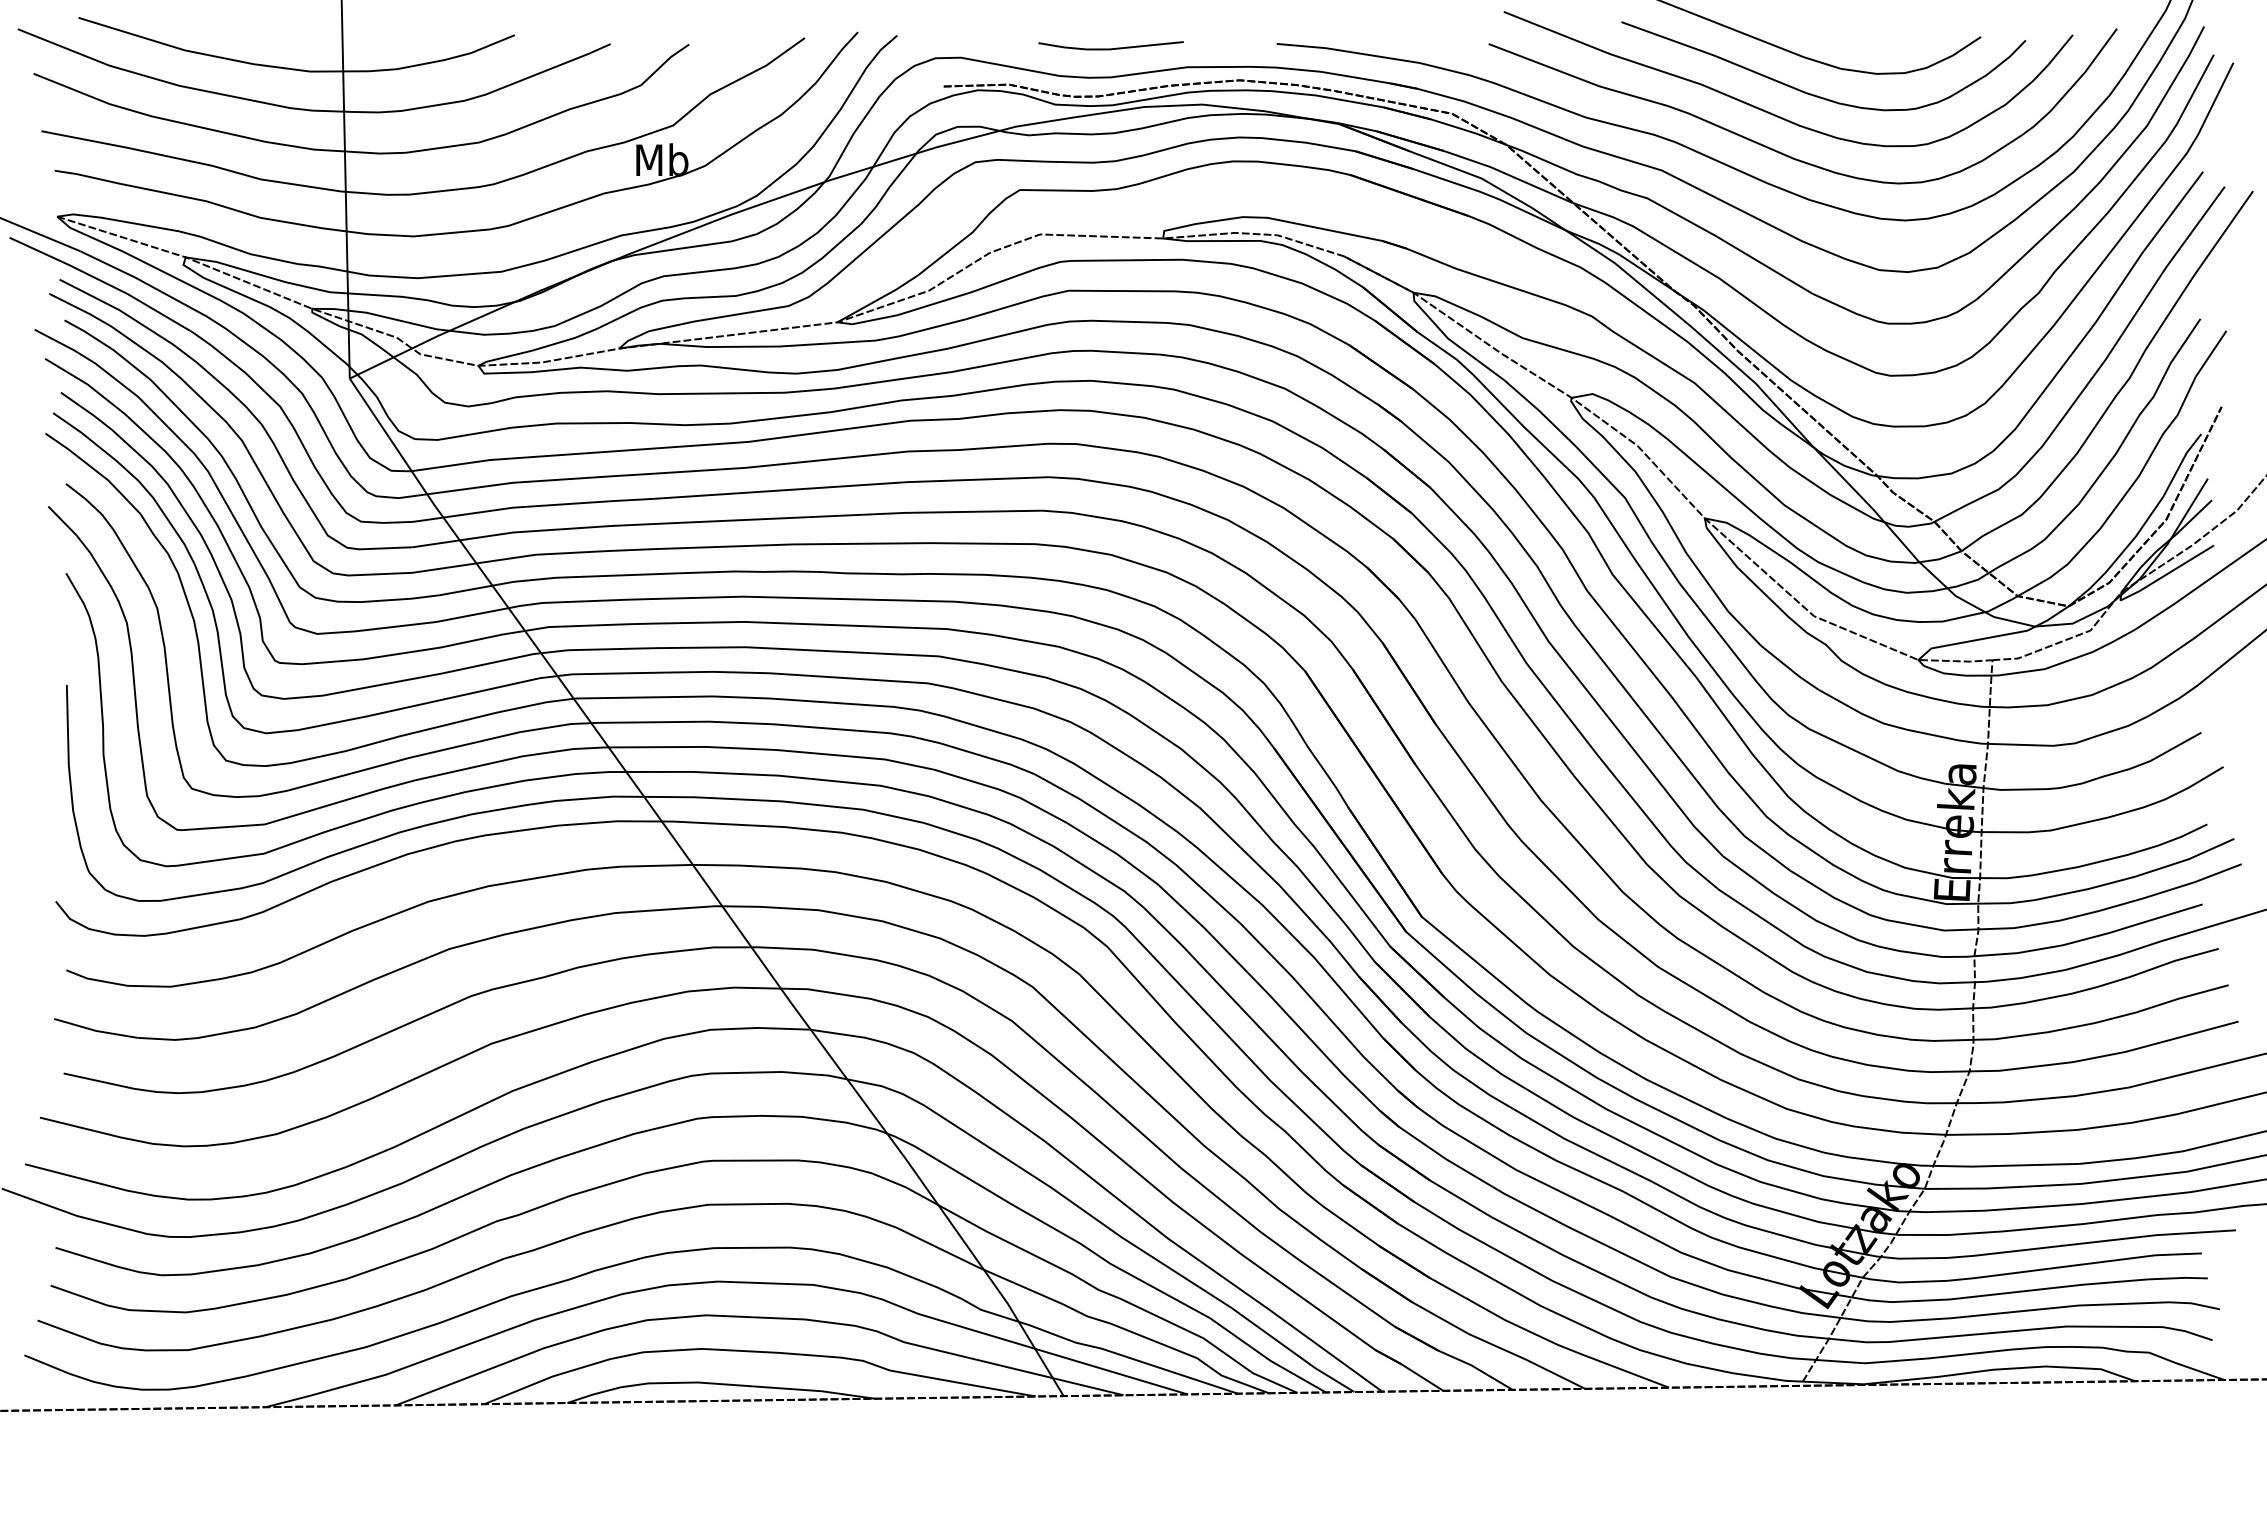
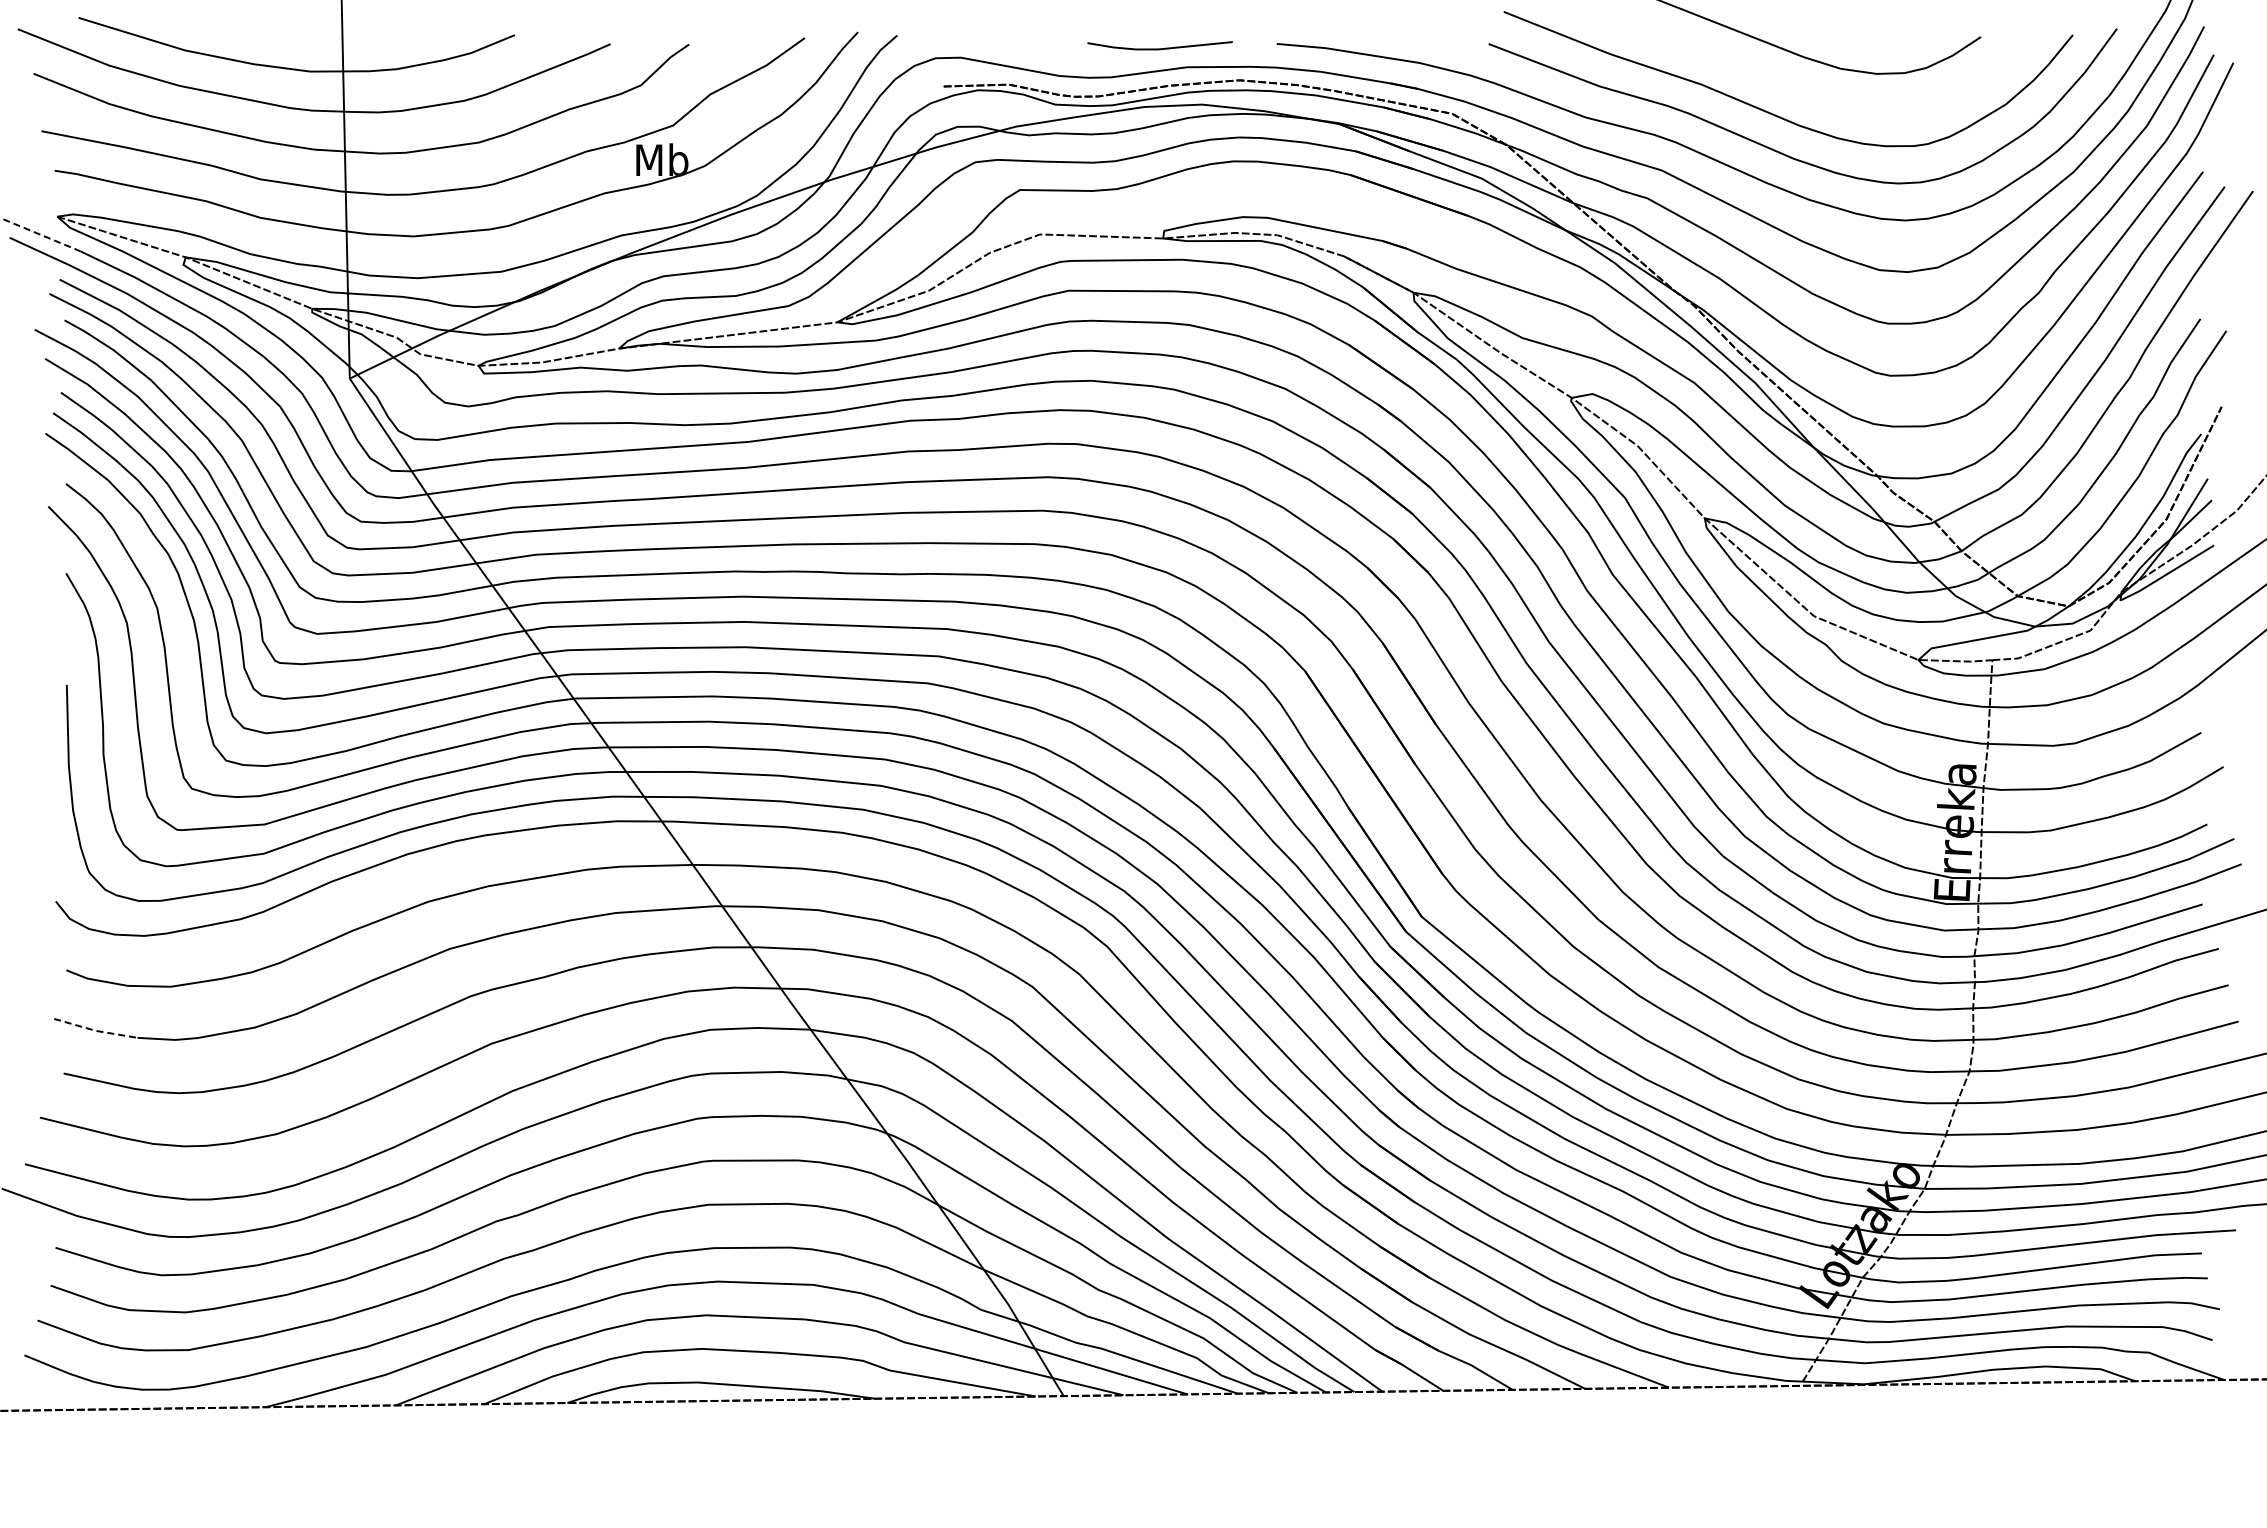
line at (1110, 48) position: (1110, 48) -> (1159, 48)
curve at (1814, 94): present -> none
line at (40, 234): solid -> dashed
line at (96, 1030): solid -> dashed
